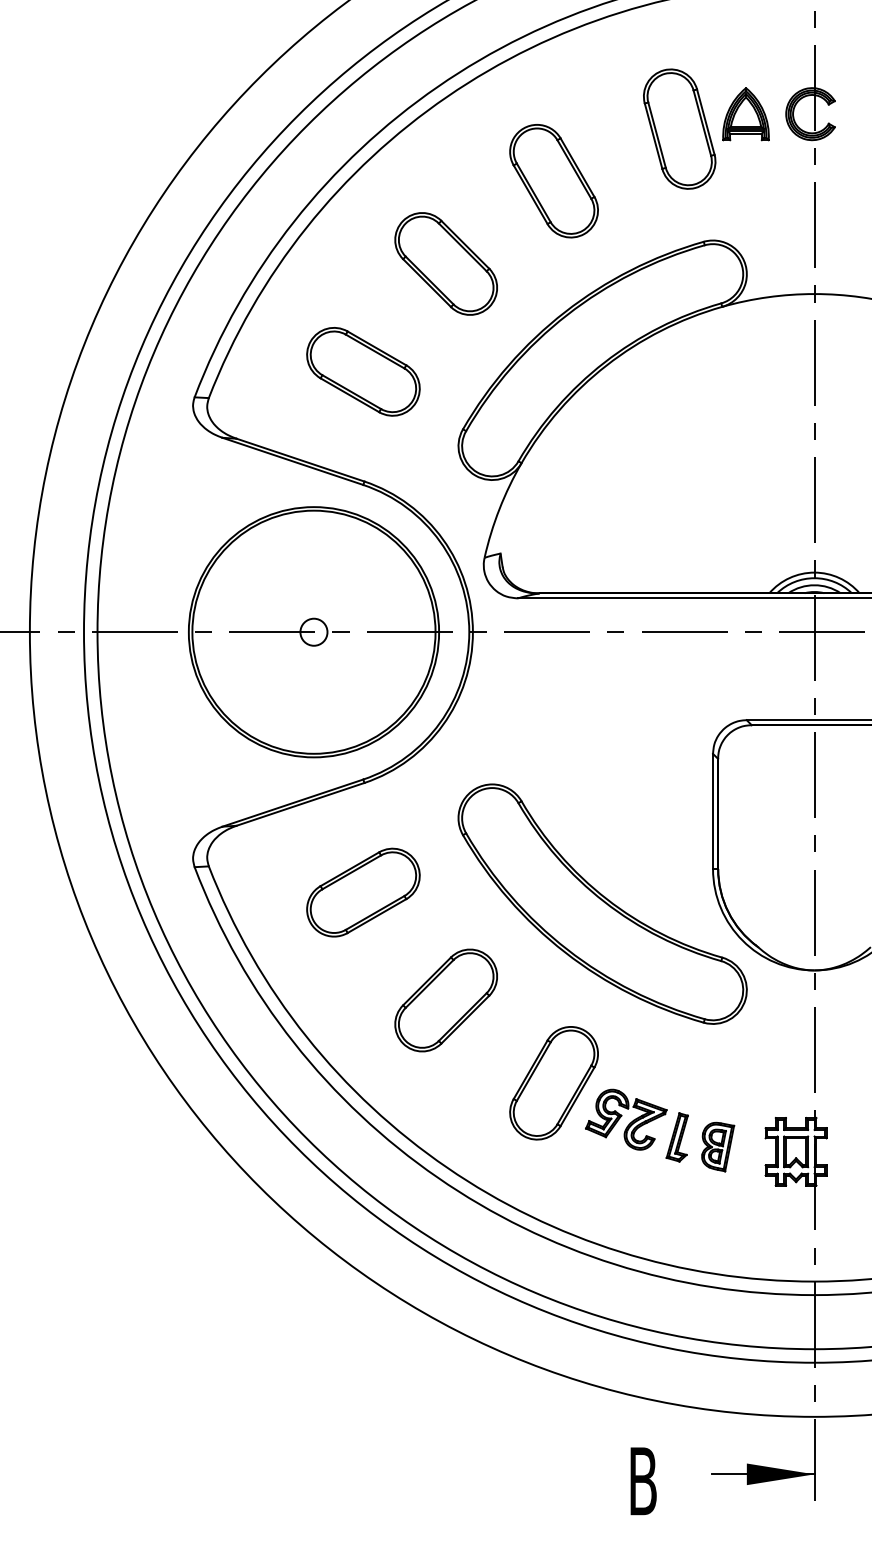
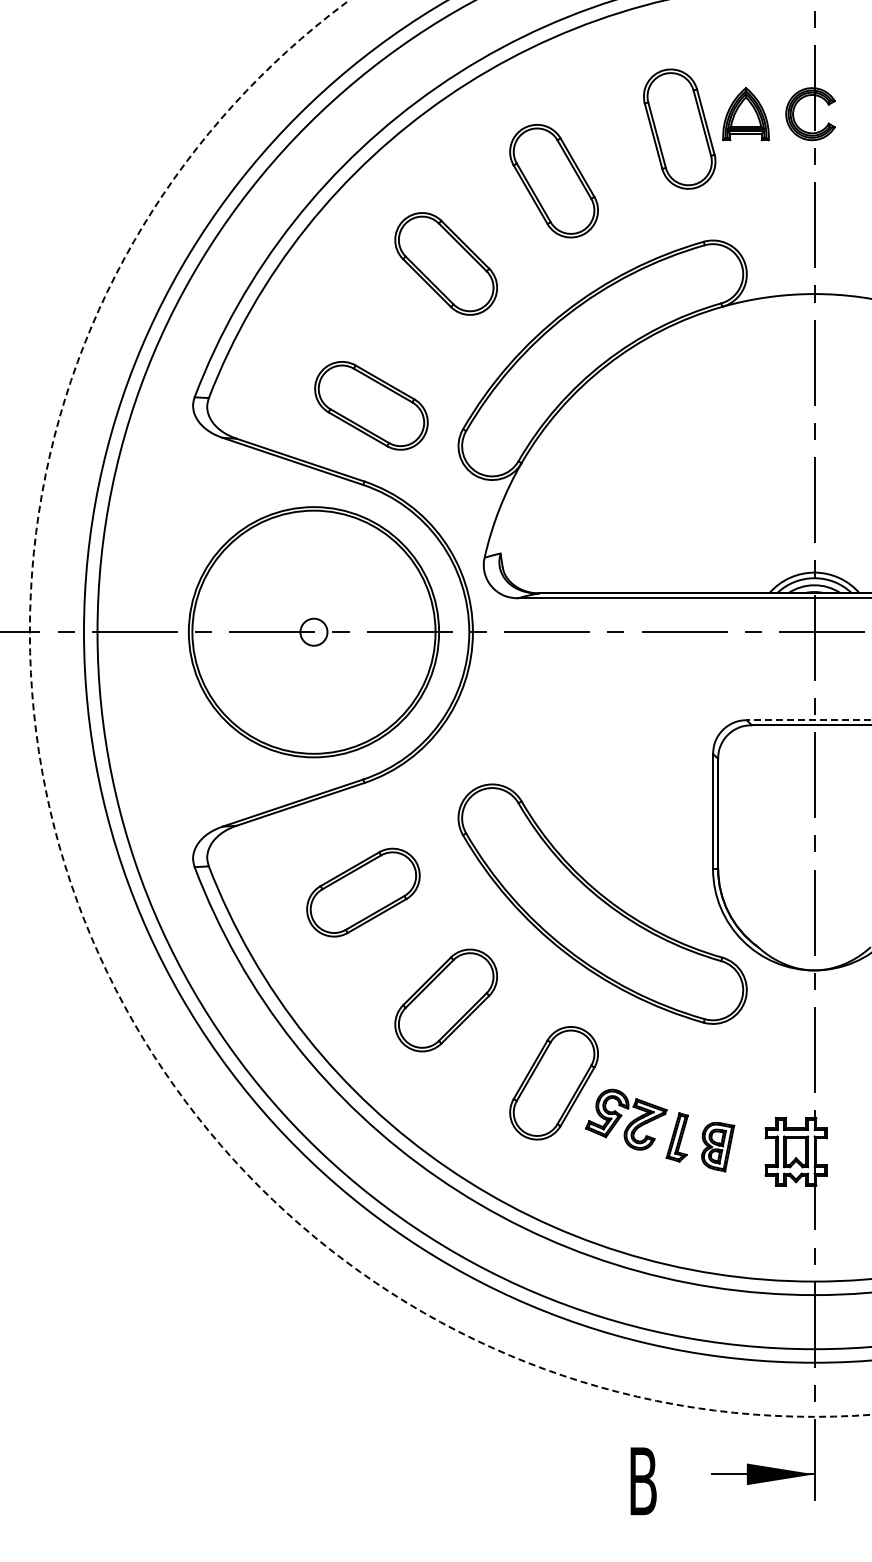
part at (363, 371) position: (363, 371) -> (371, 405)
circle at (450, 708): solid -> dashed
line at (808, 720): solid -> dashed
